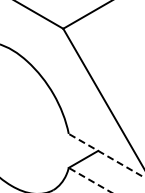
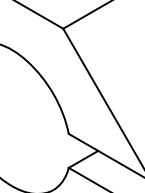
line at (106, 155): dashed -> solid
line at (90, 180): dashed -> solid
